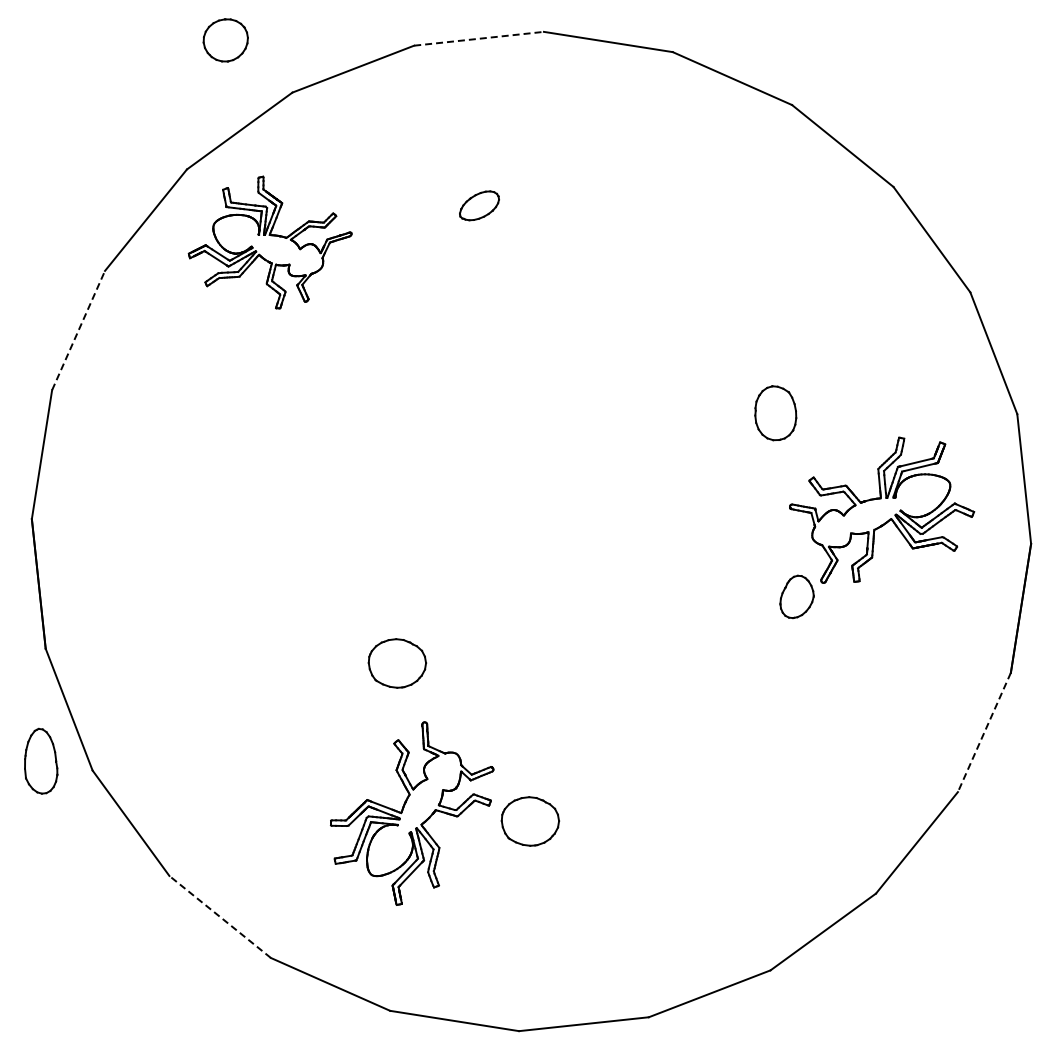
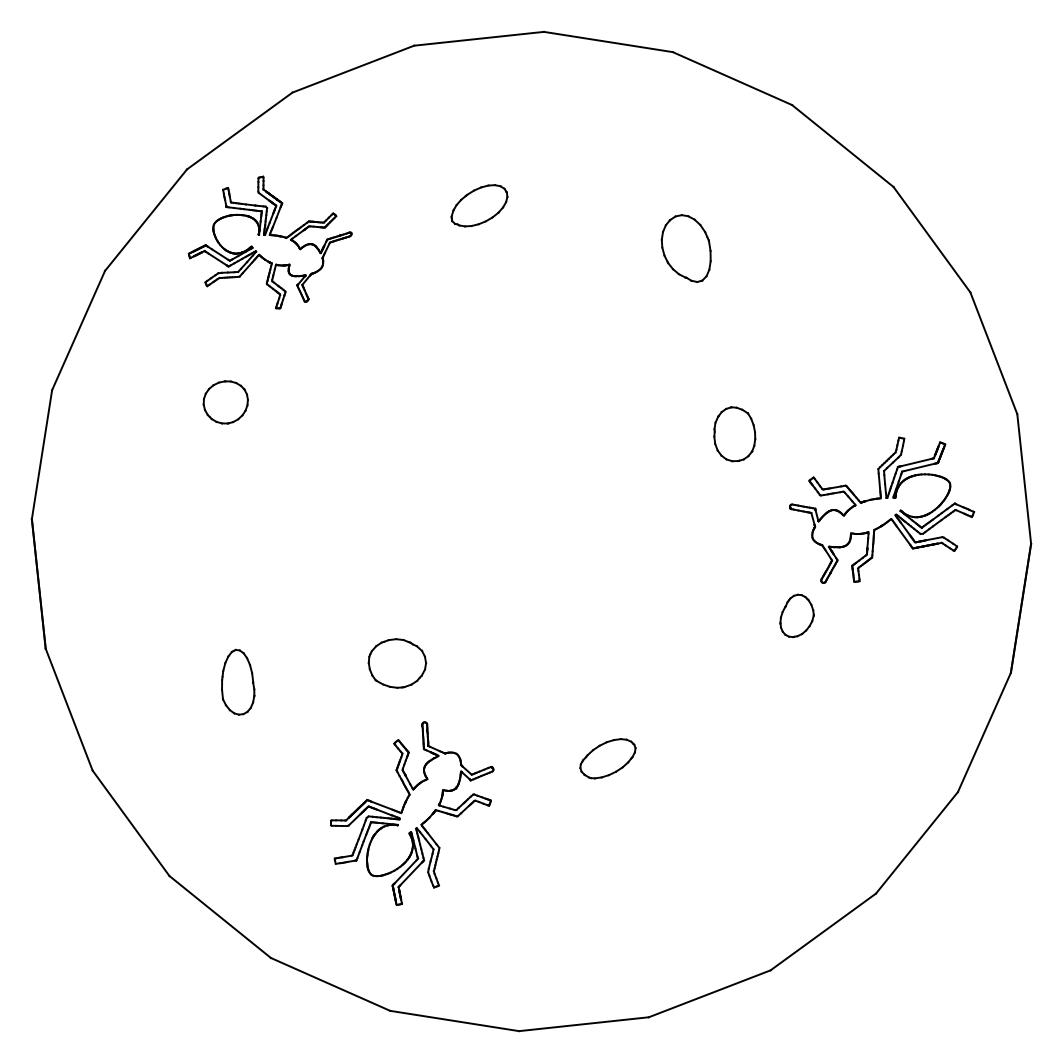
line at (479, 38): dashed -> solid
part at (225, 40) position: (225, 40) -> (225, 402)
part at (479, 205) size: 41x32 px -> 59x44 px
part at (685, 248): none -> present
line at (78, 330): dashed -> solid
part at (775, 413) position: (775, 413) -> (734, 434)
part at (796, 596) position: (796, 596) -> (796, 615)
line at (984, 732): dashed -> solid
part at (607, 758): none -> present
part at (41, 760) position: (41, 760) -> (238, 681)
part at (530, 821): present -> none
line at (219, 916): dashed -> solid
